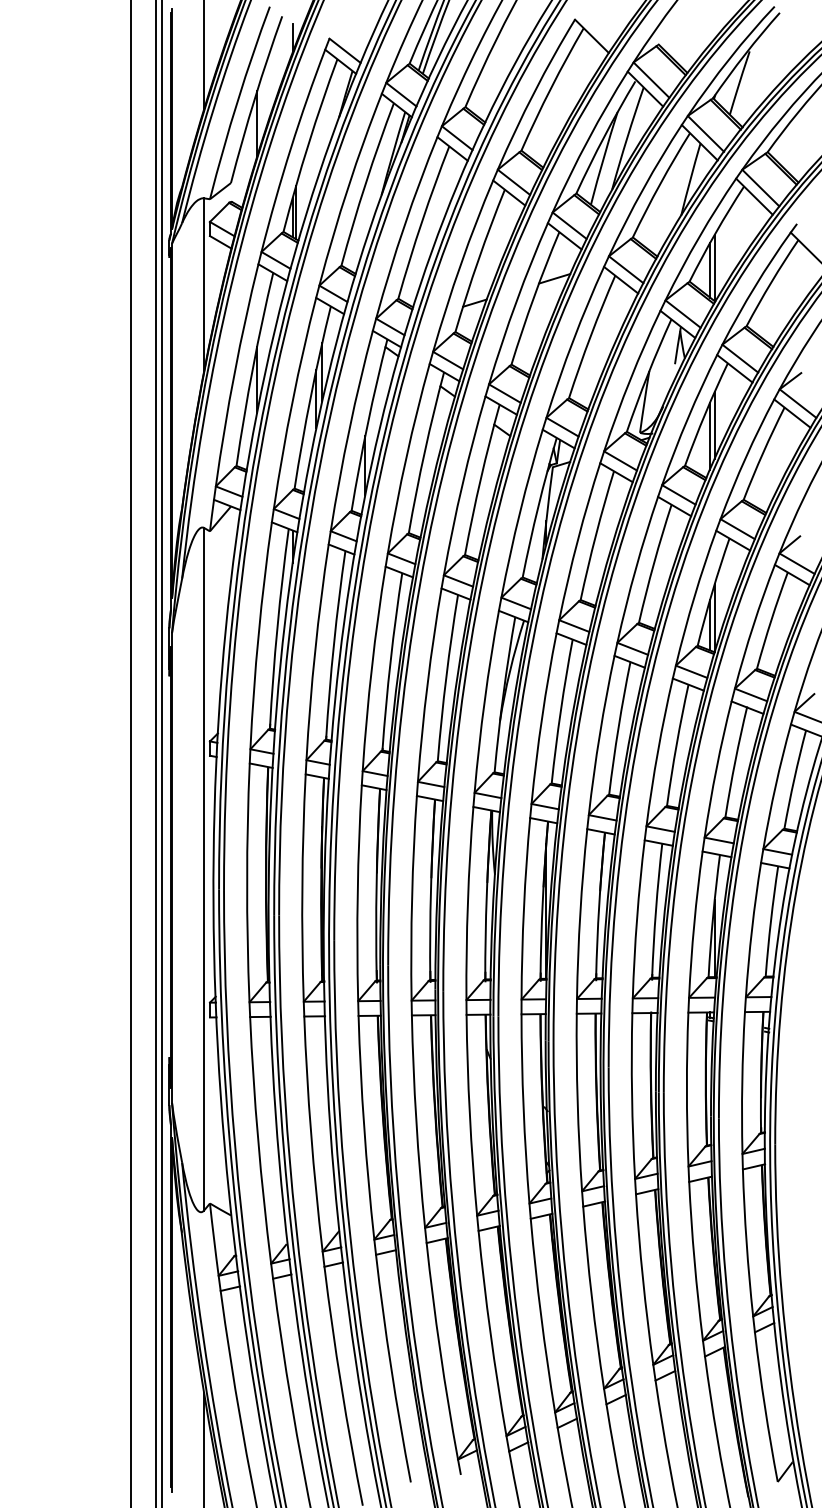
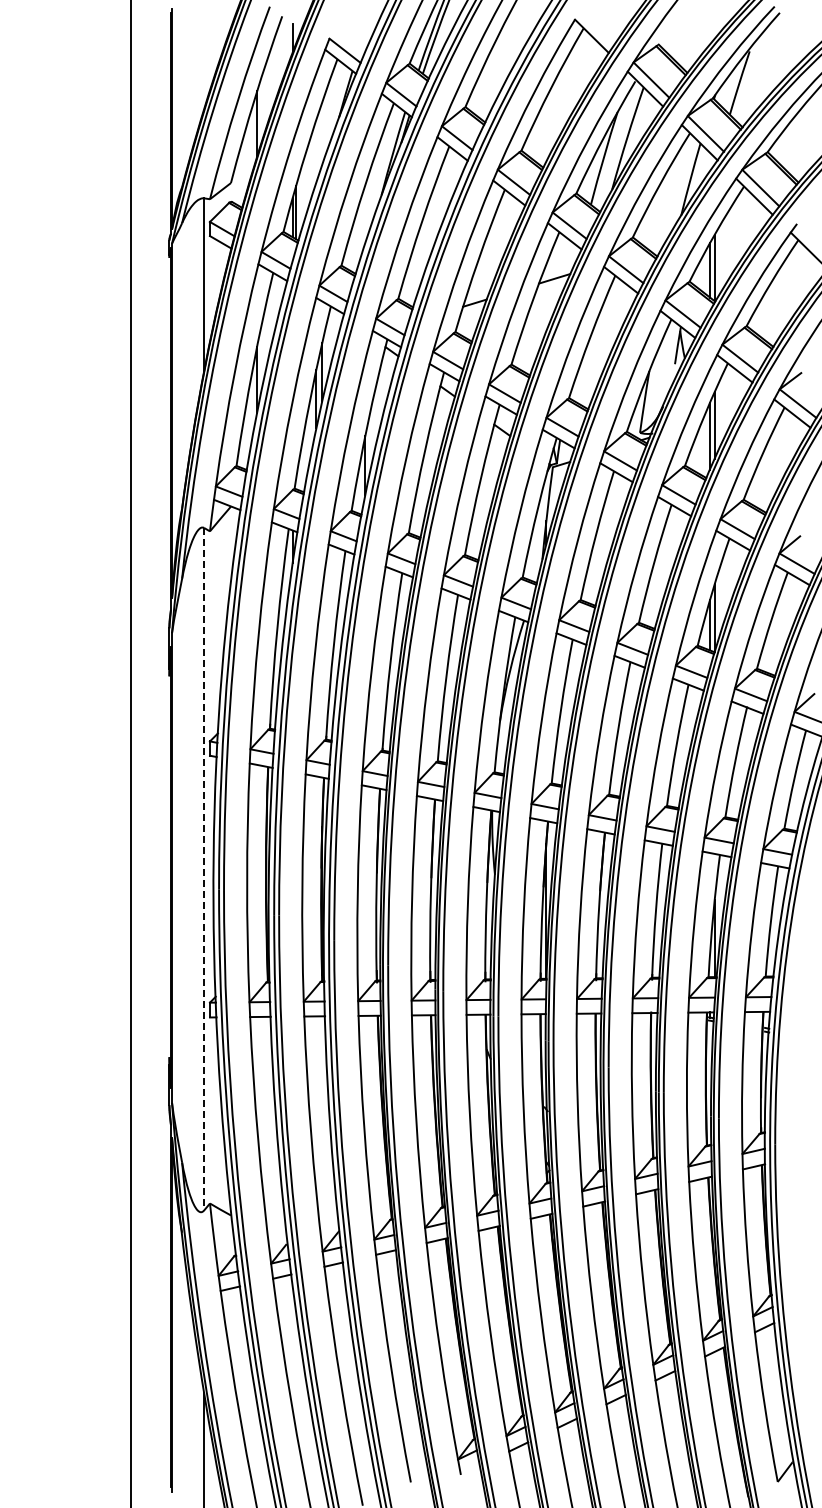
line at (204, 55): present -> none
line at (156, 753): present -> none
line at (162, 753): present -> none
line at (204, 869): solid -> dashed
